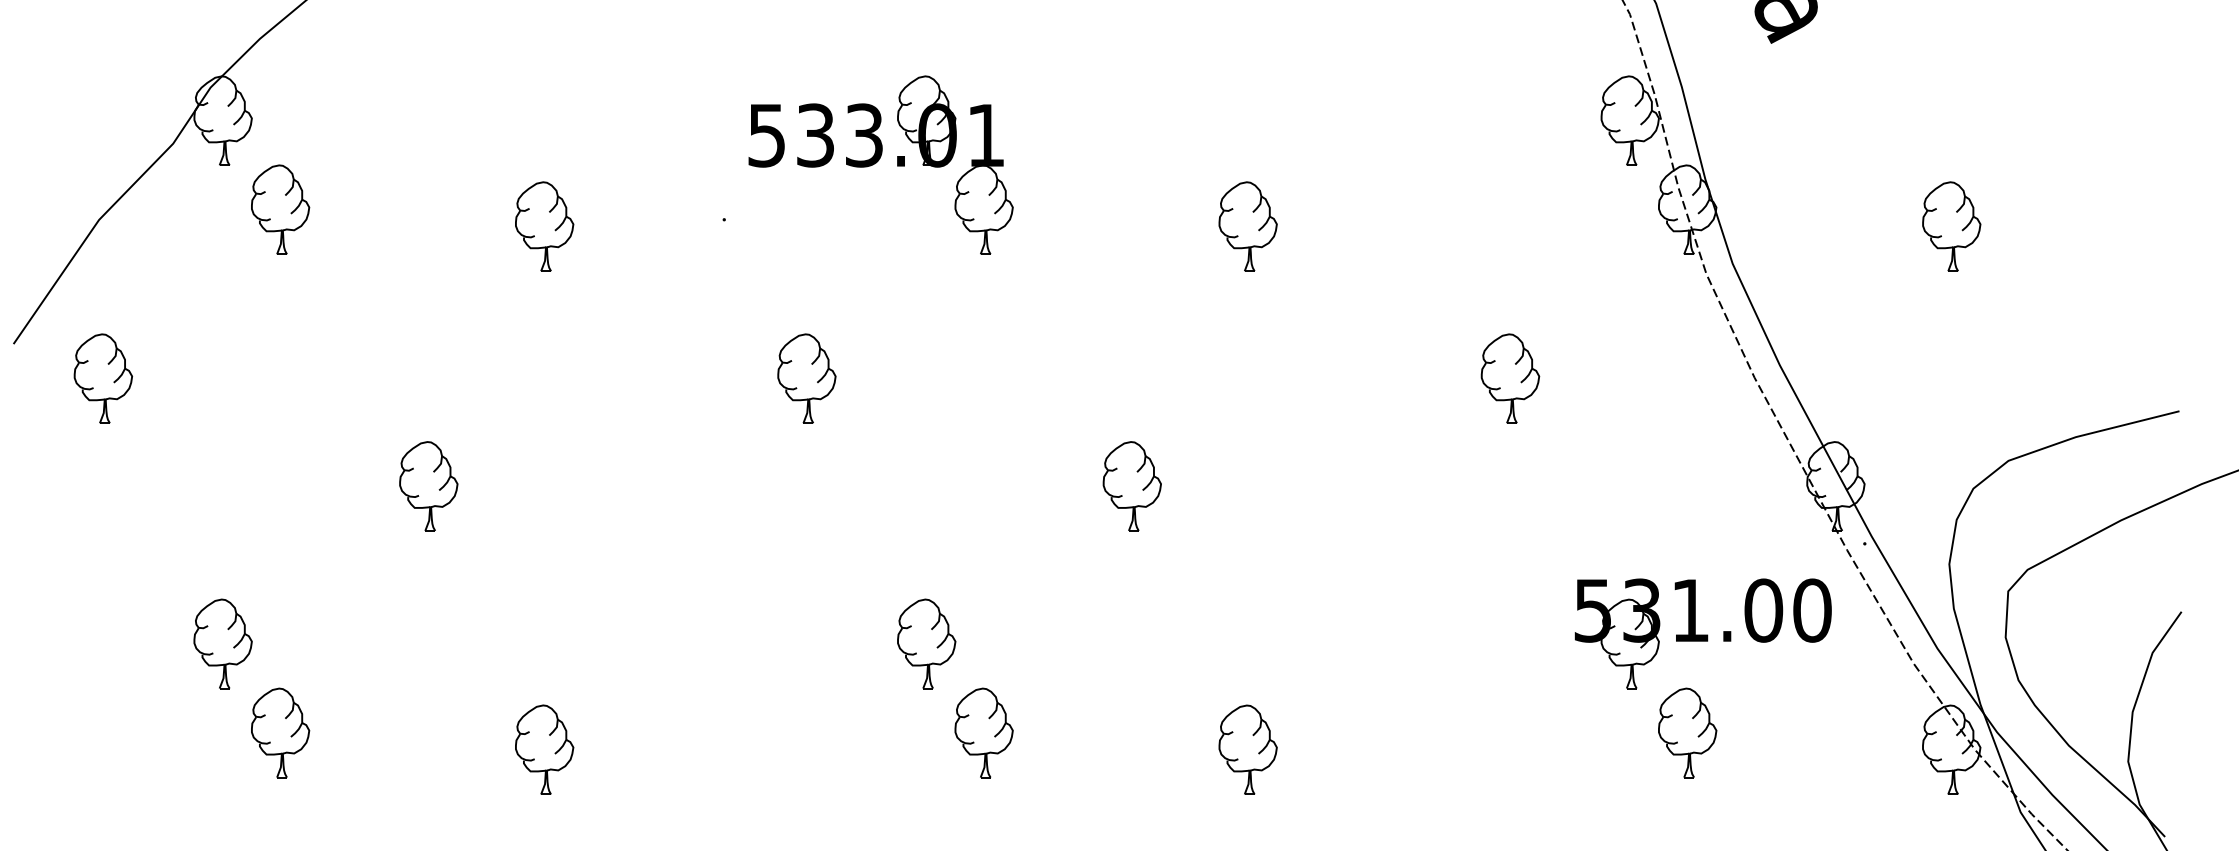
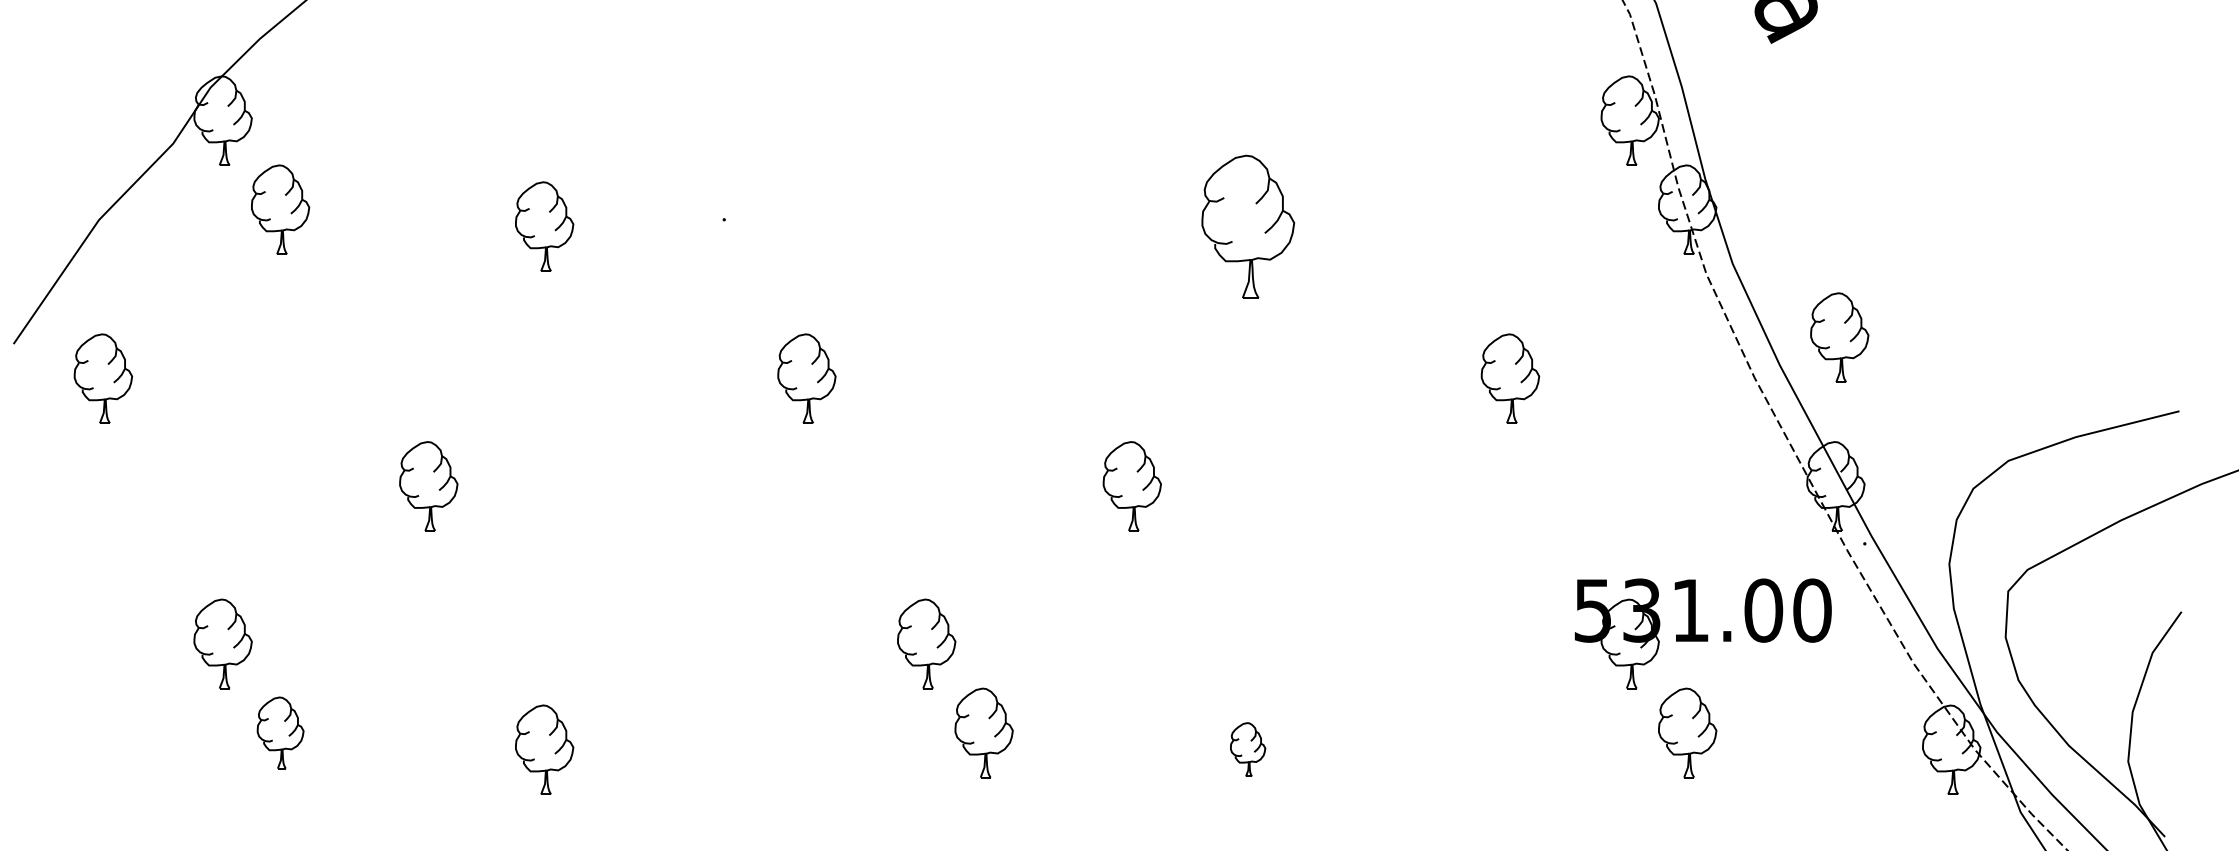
part at (880, 164): present -> none
part at (1247, 226) size: 60x91 px -> 95x145 px
part at (1951, 226) position: (1951, 226) -> (1839, 337)
part at (280, 732) size: 60x92 px -> 49x74 px
part at (1247, 749) size: 60x91 px -> 37x55 px
